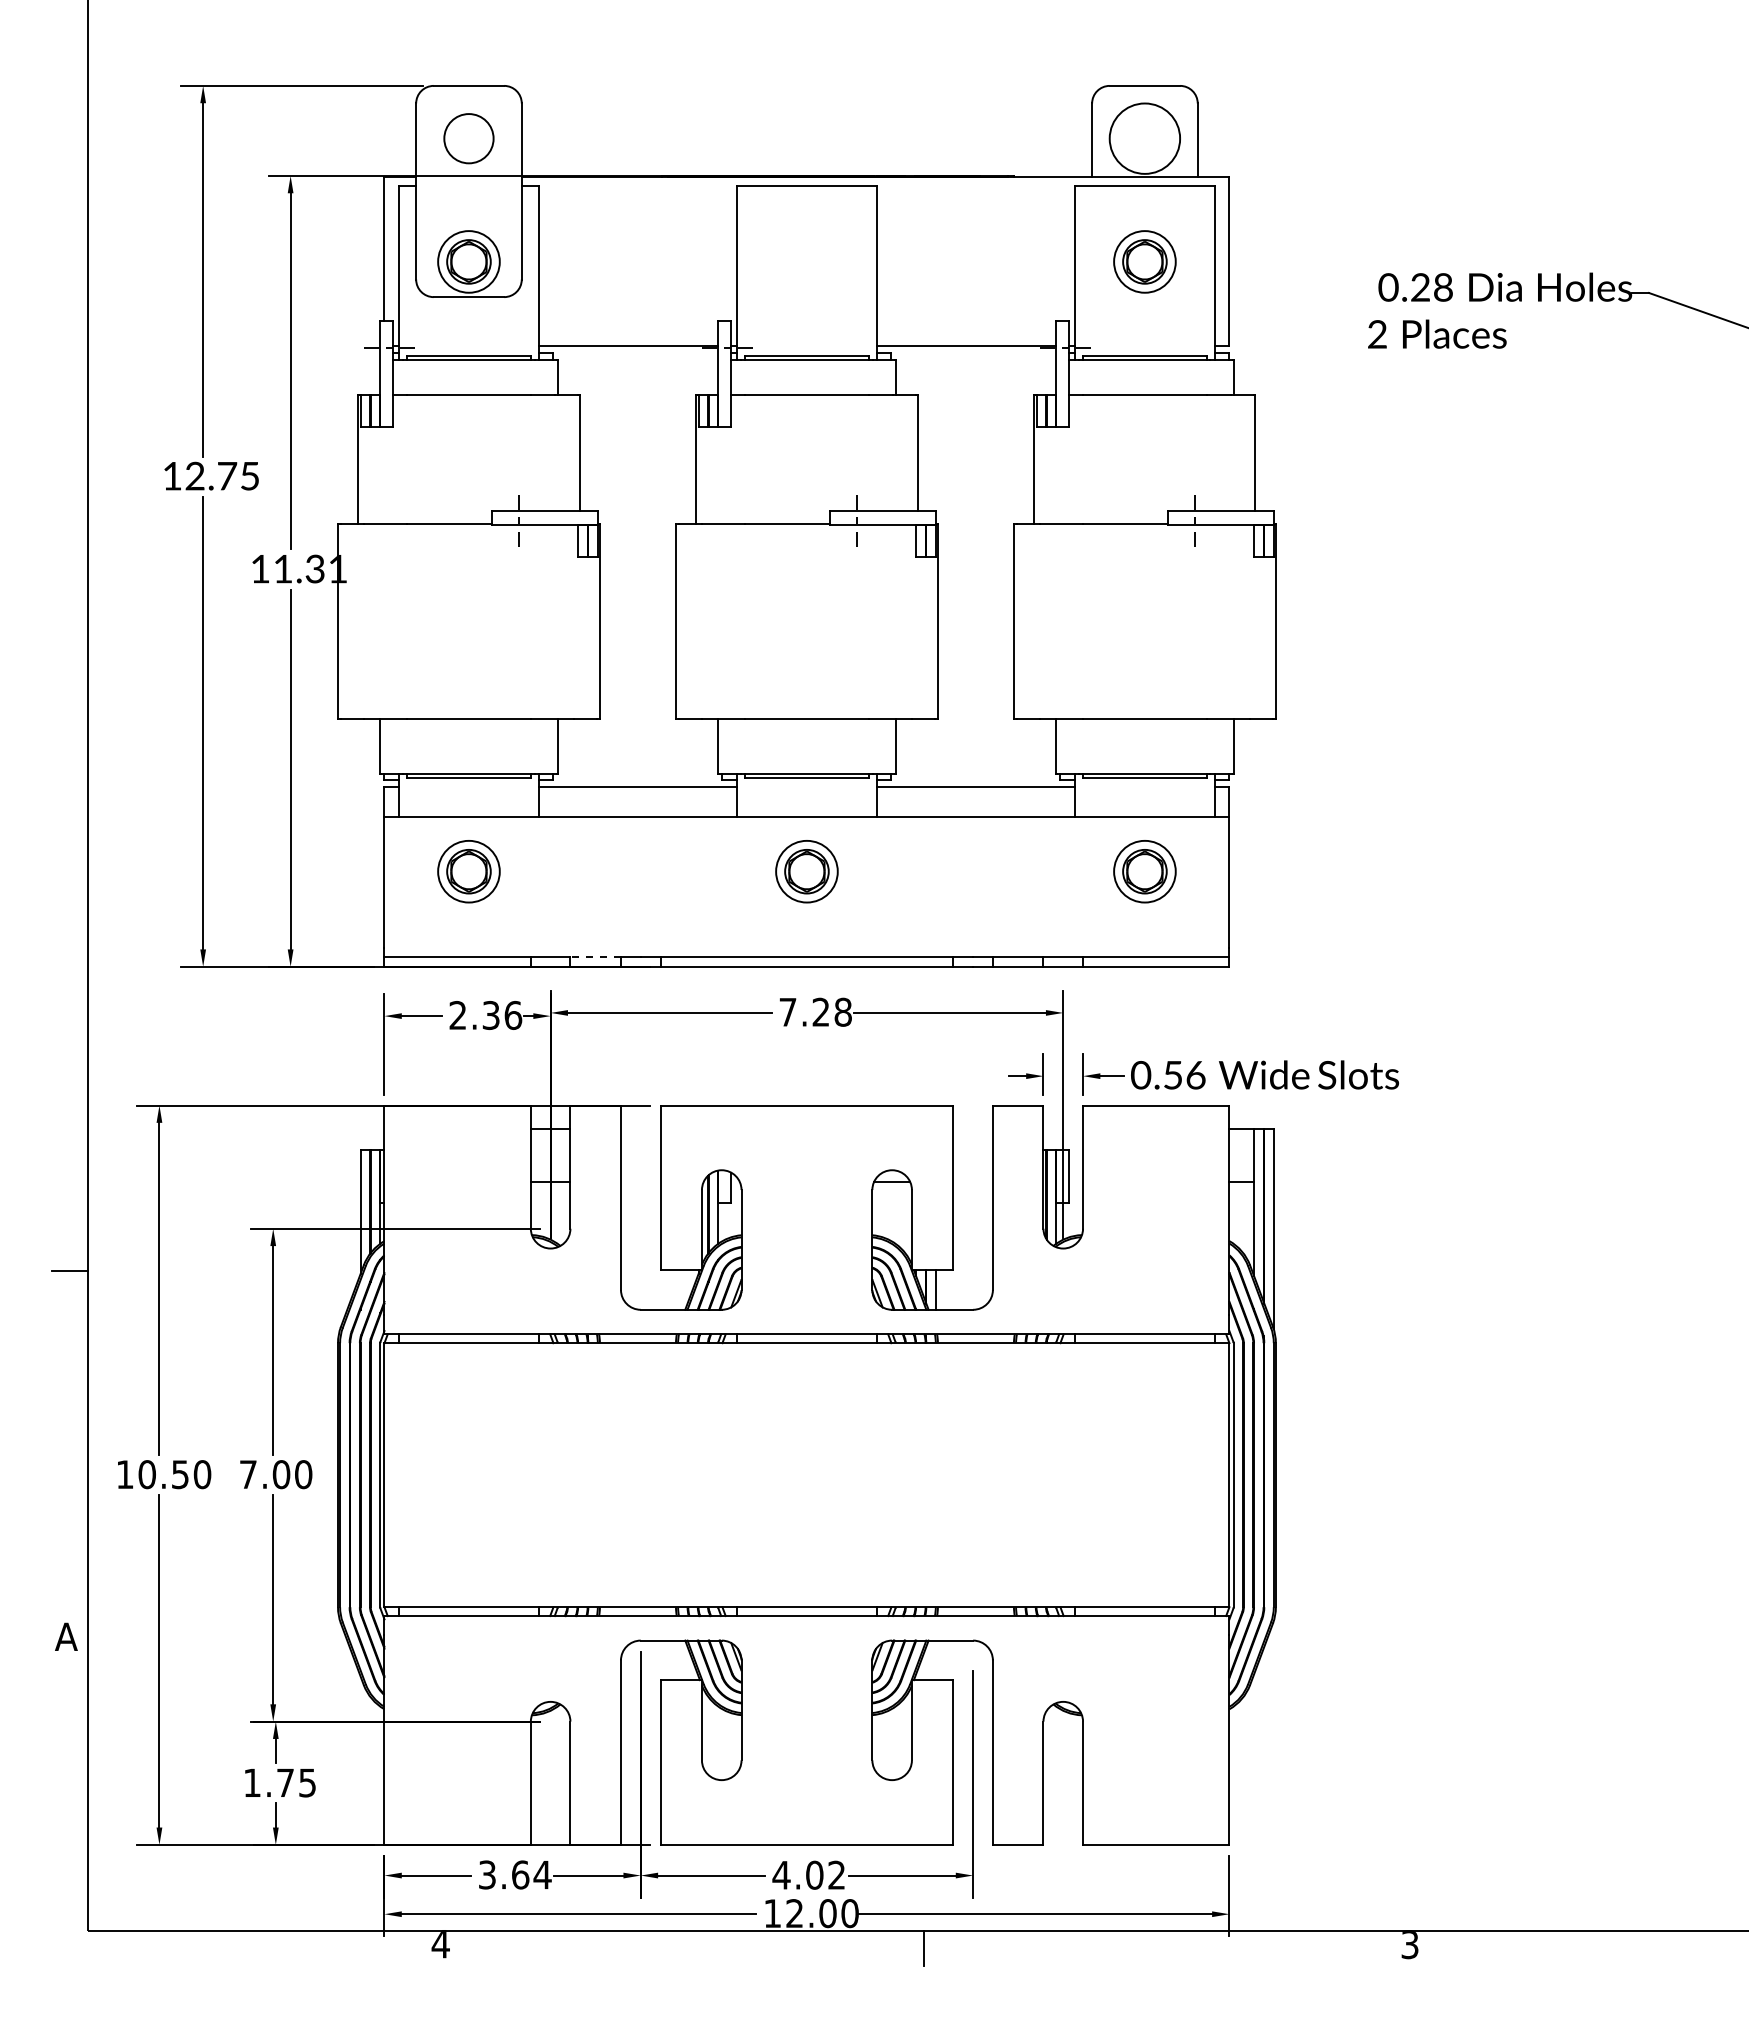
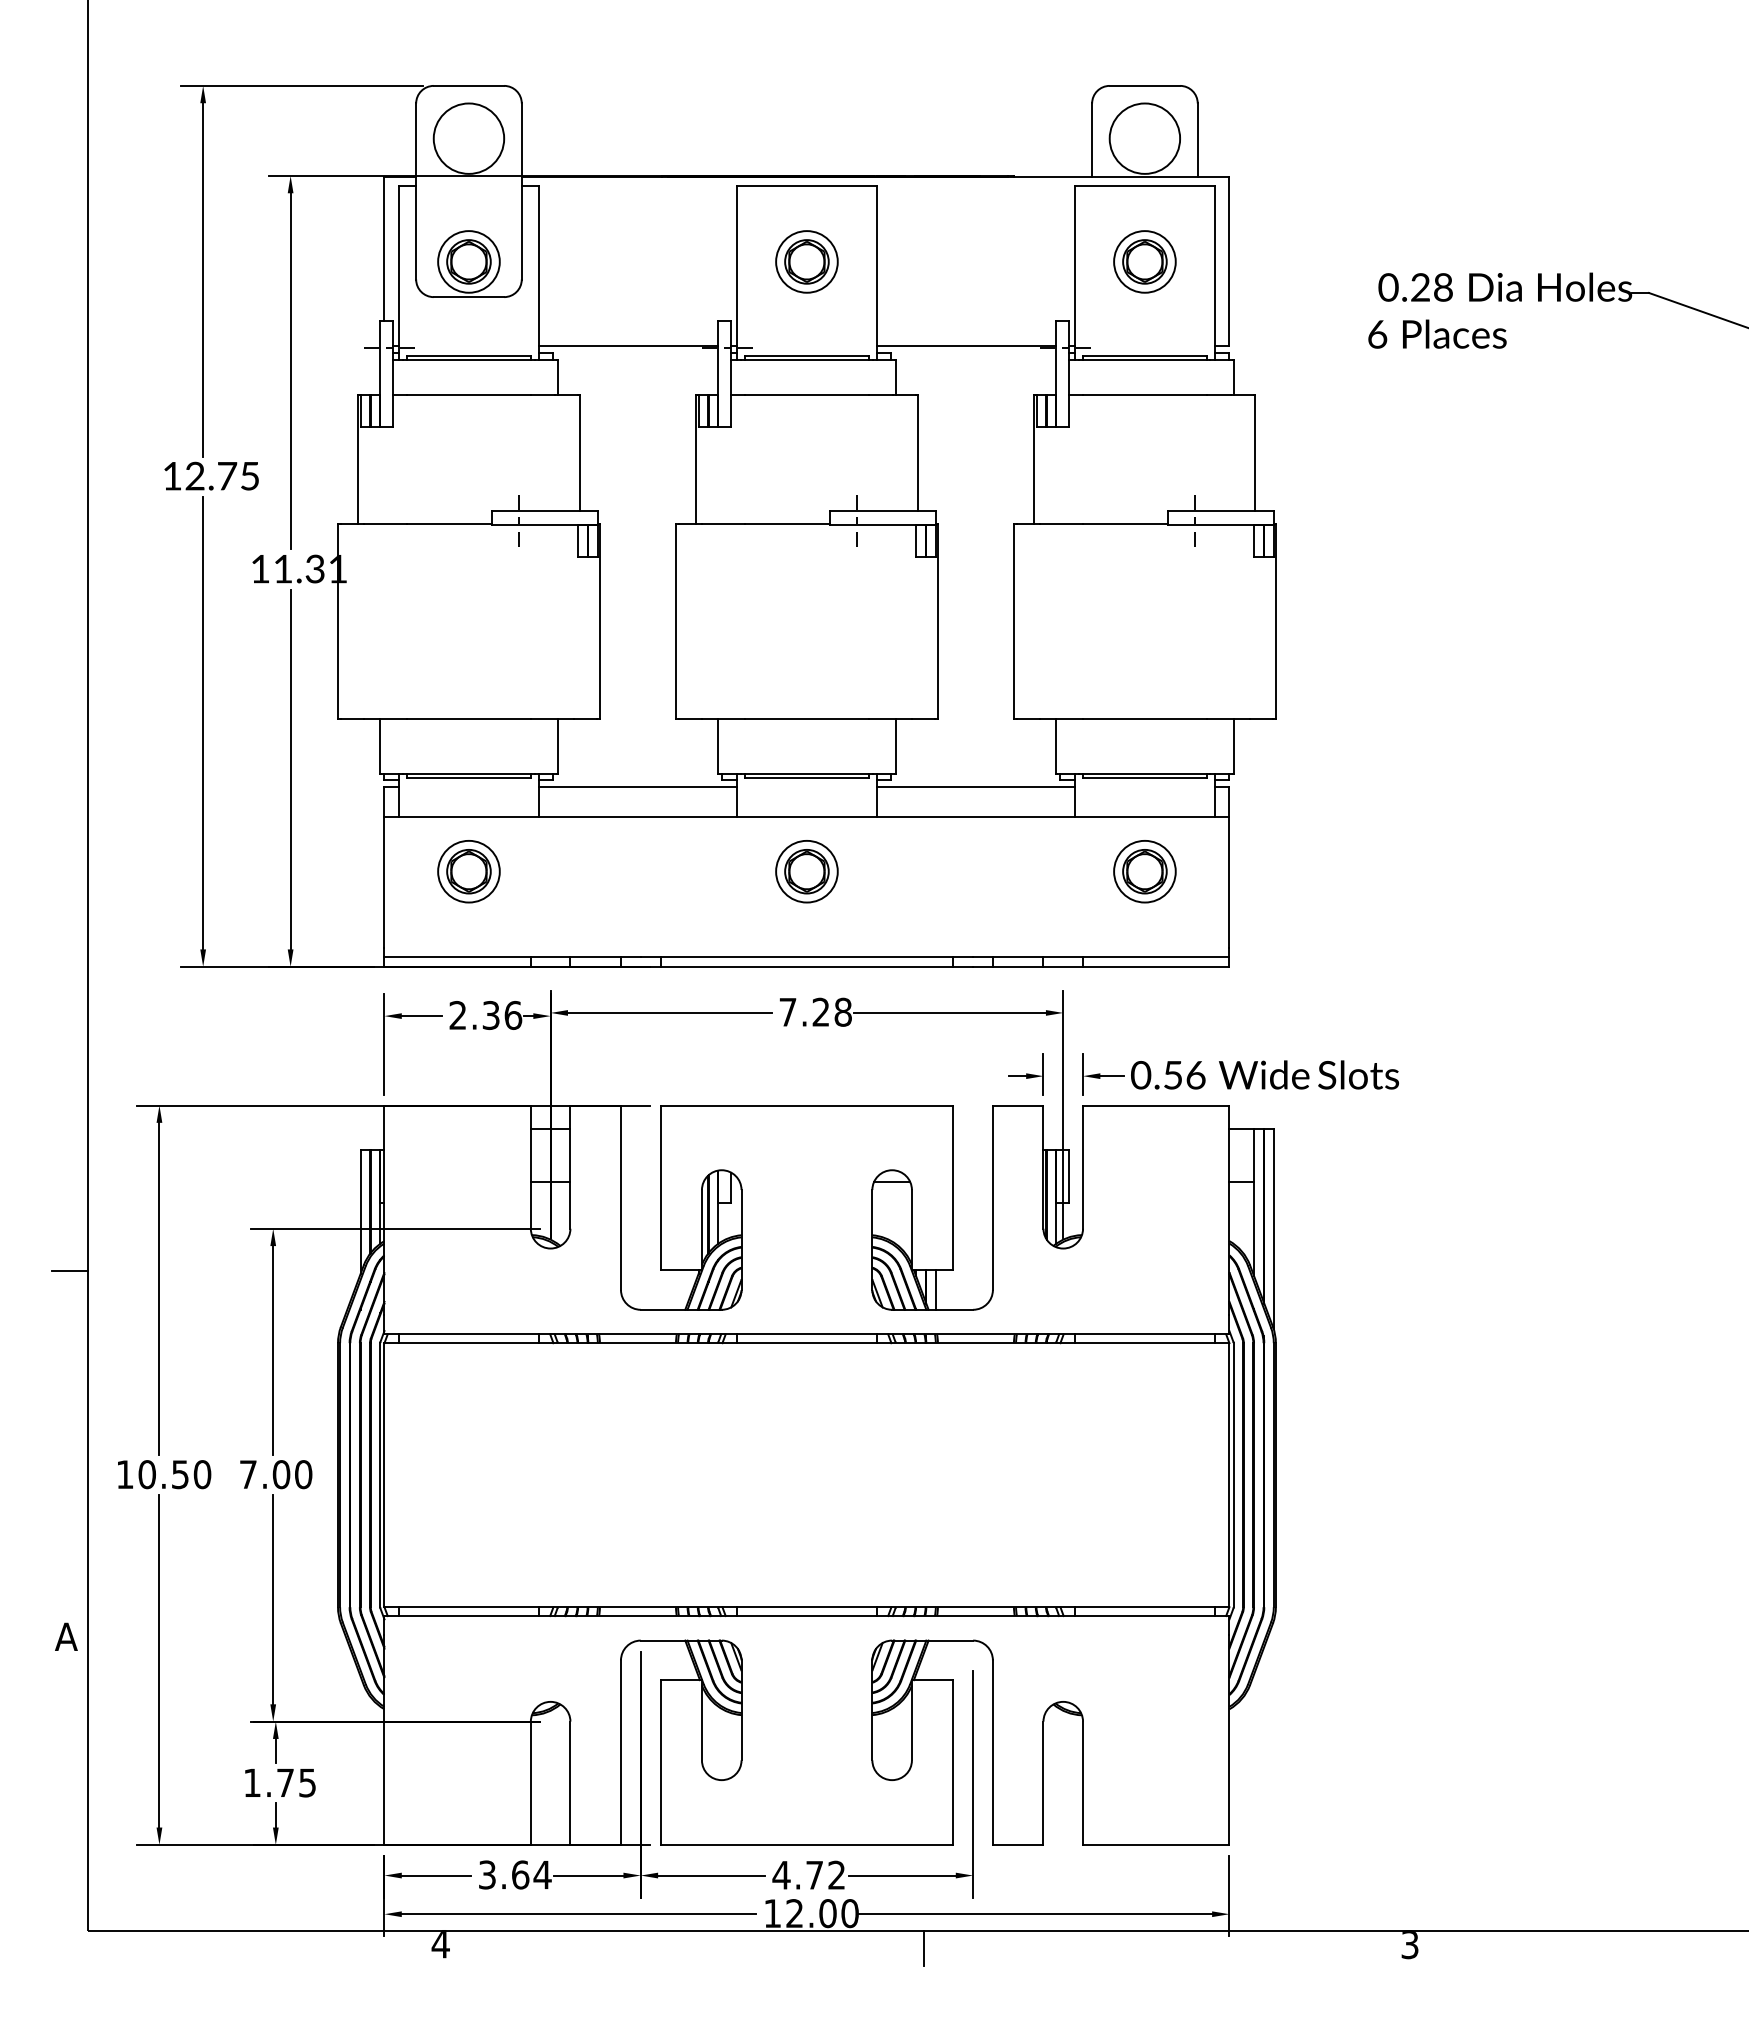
circle at (468, 138) diameter: 49 px -> 70 px
part at (806, 261): none -> present
text at (1377, 334): 2 -> 6
line at (595, 957): dashed -> solid
text at (814, 1874): 4.02 -> 4.72
